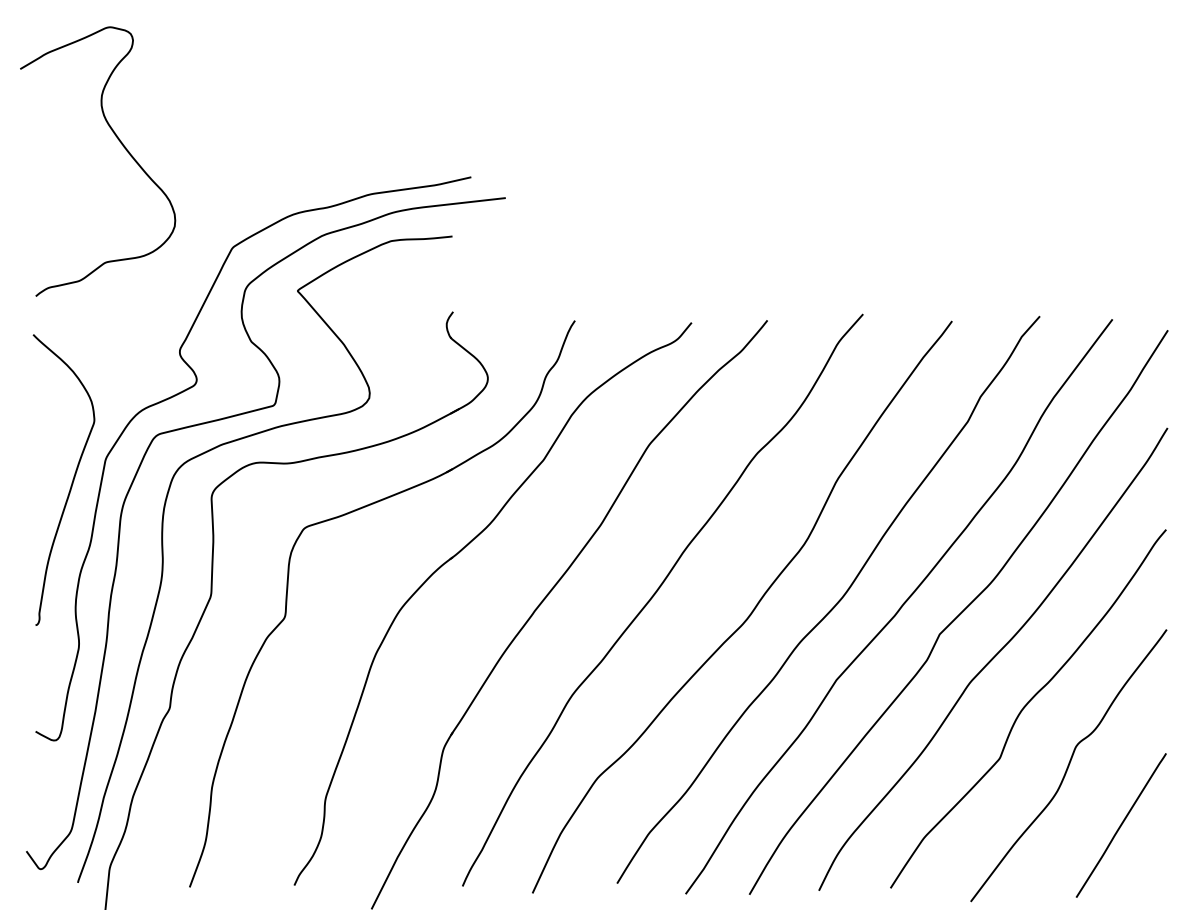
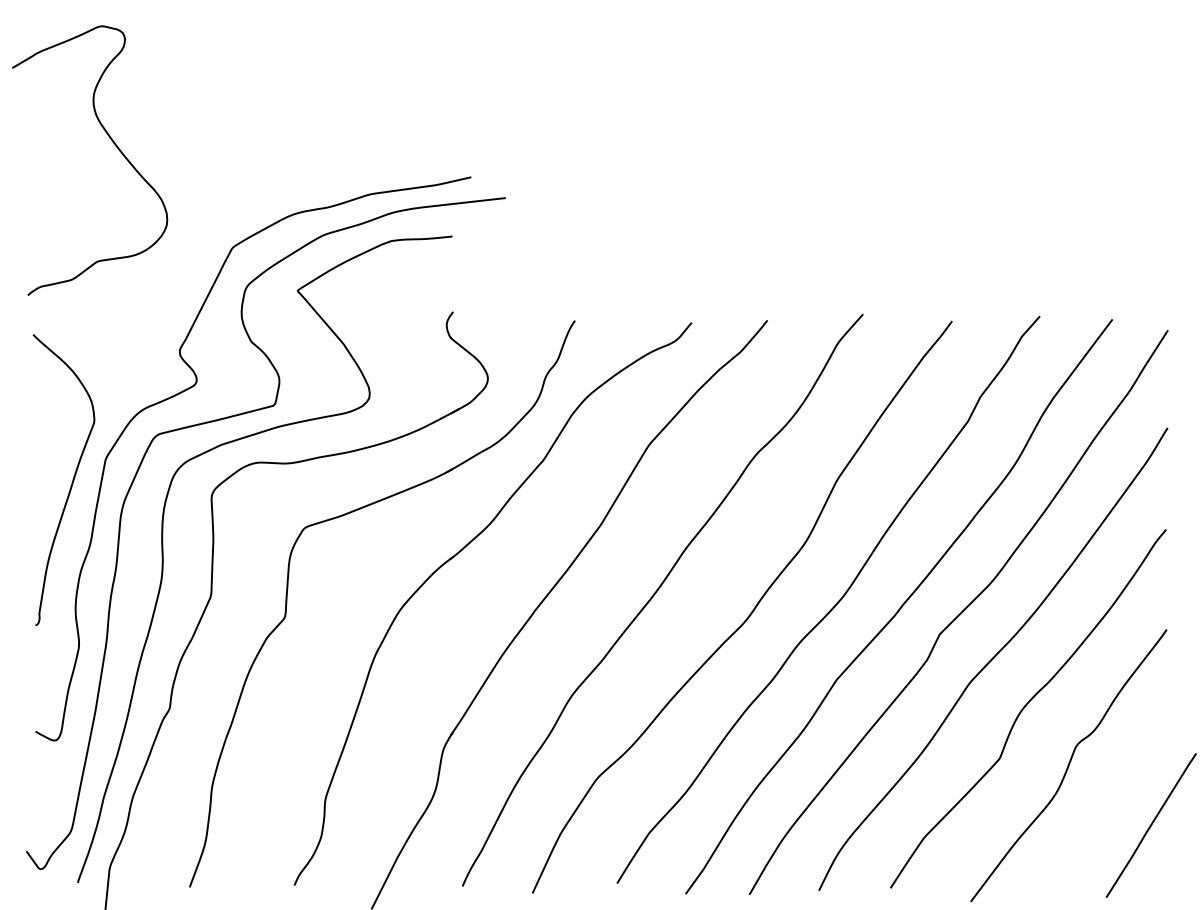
curve at (120, 143) position: (120, 143) -> (112, 142)
line at (1120, 825) position: (1120, 825) -> (1150, 825)
